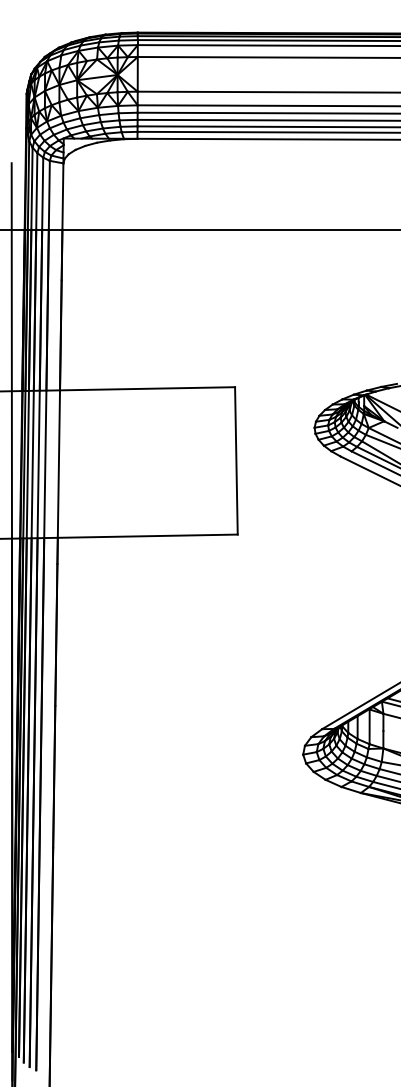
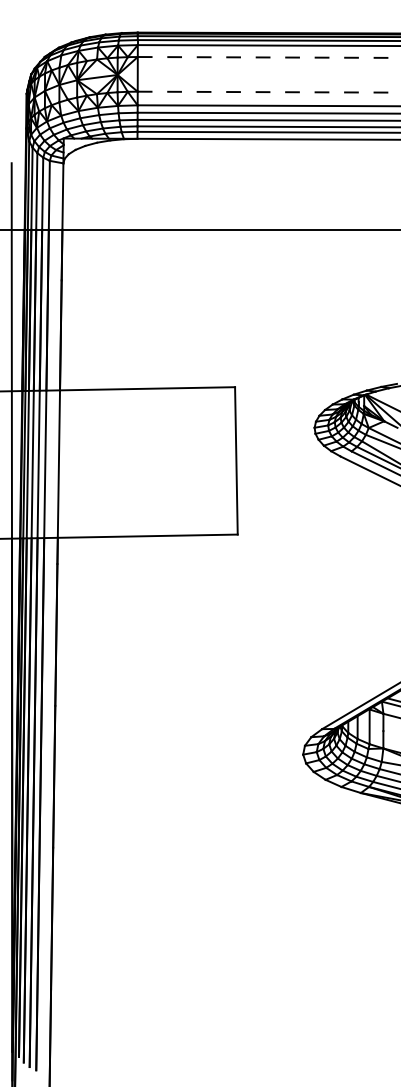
line at (269, 57): solid -> dashed
line at (269, 92): solid -> dashed
